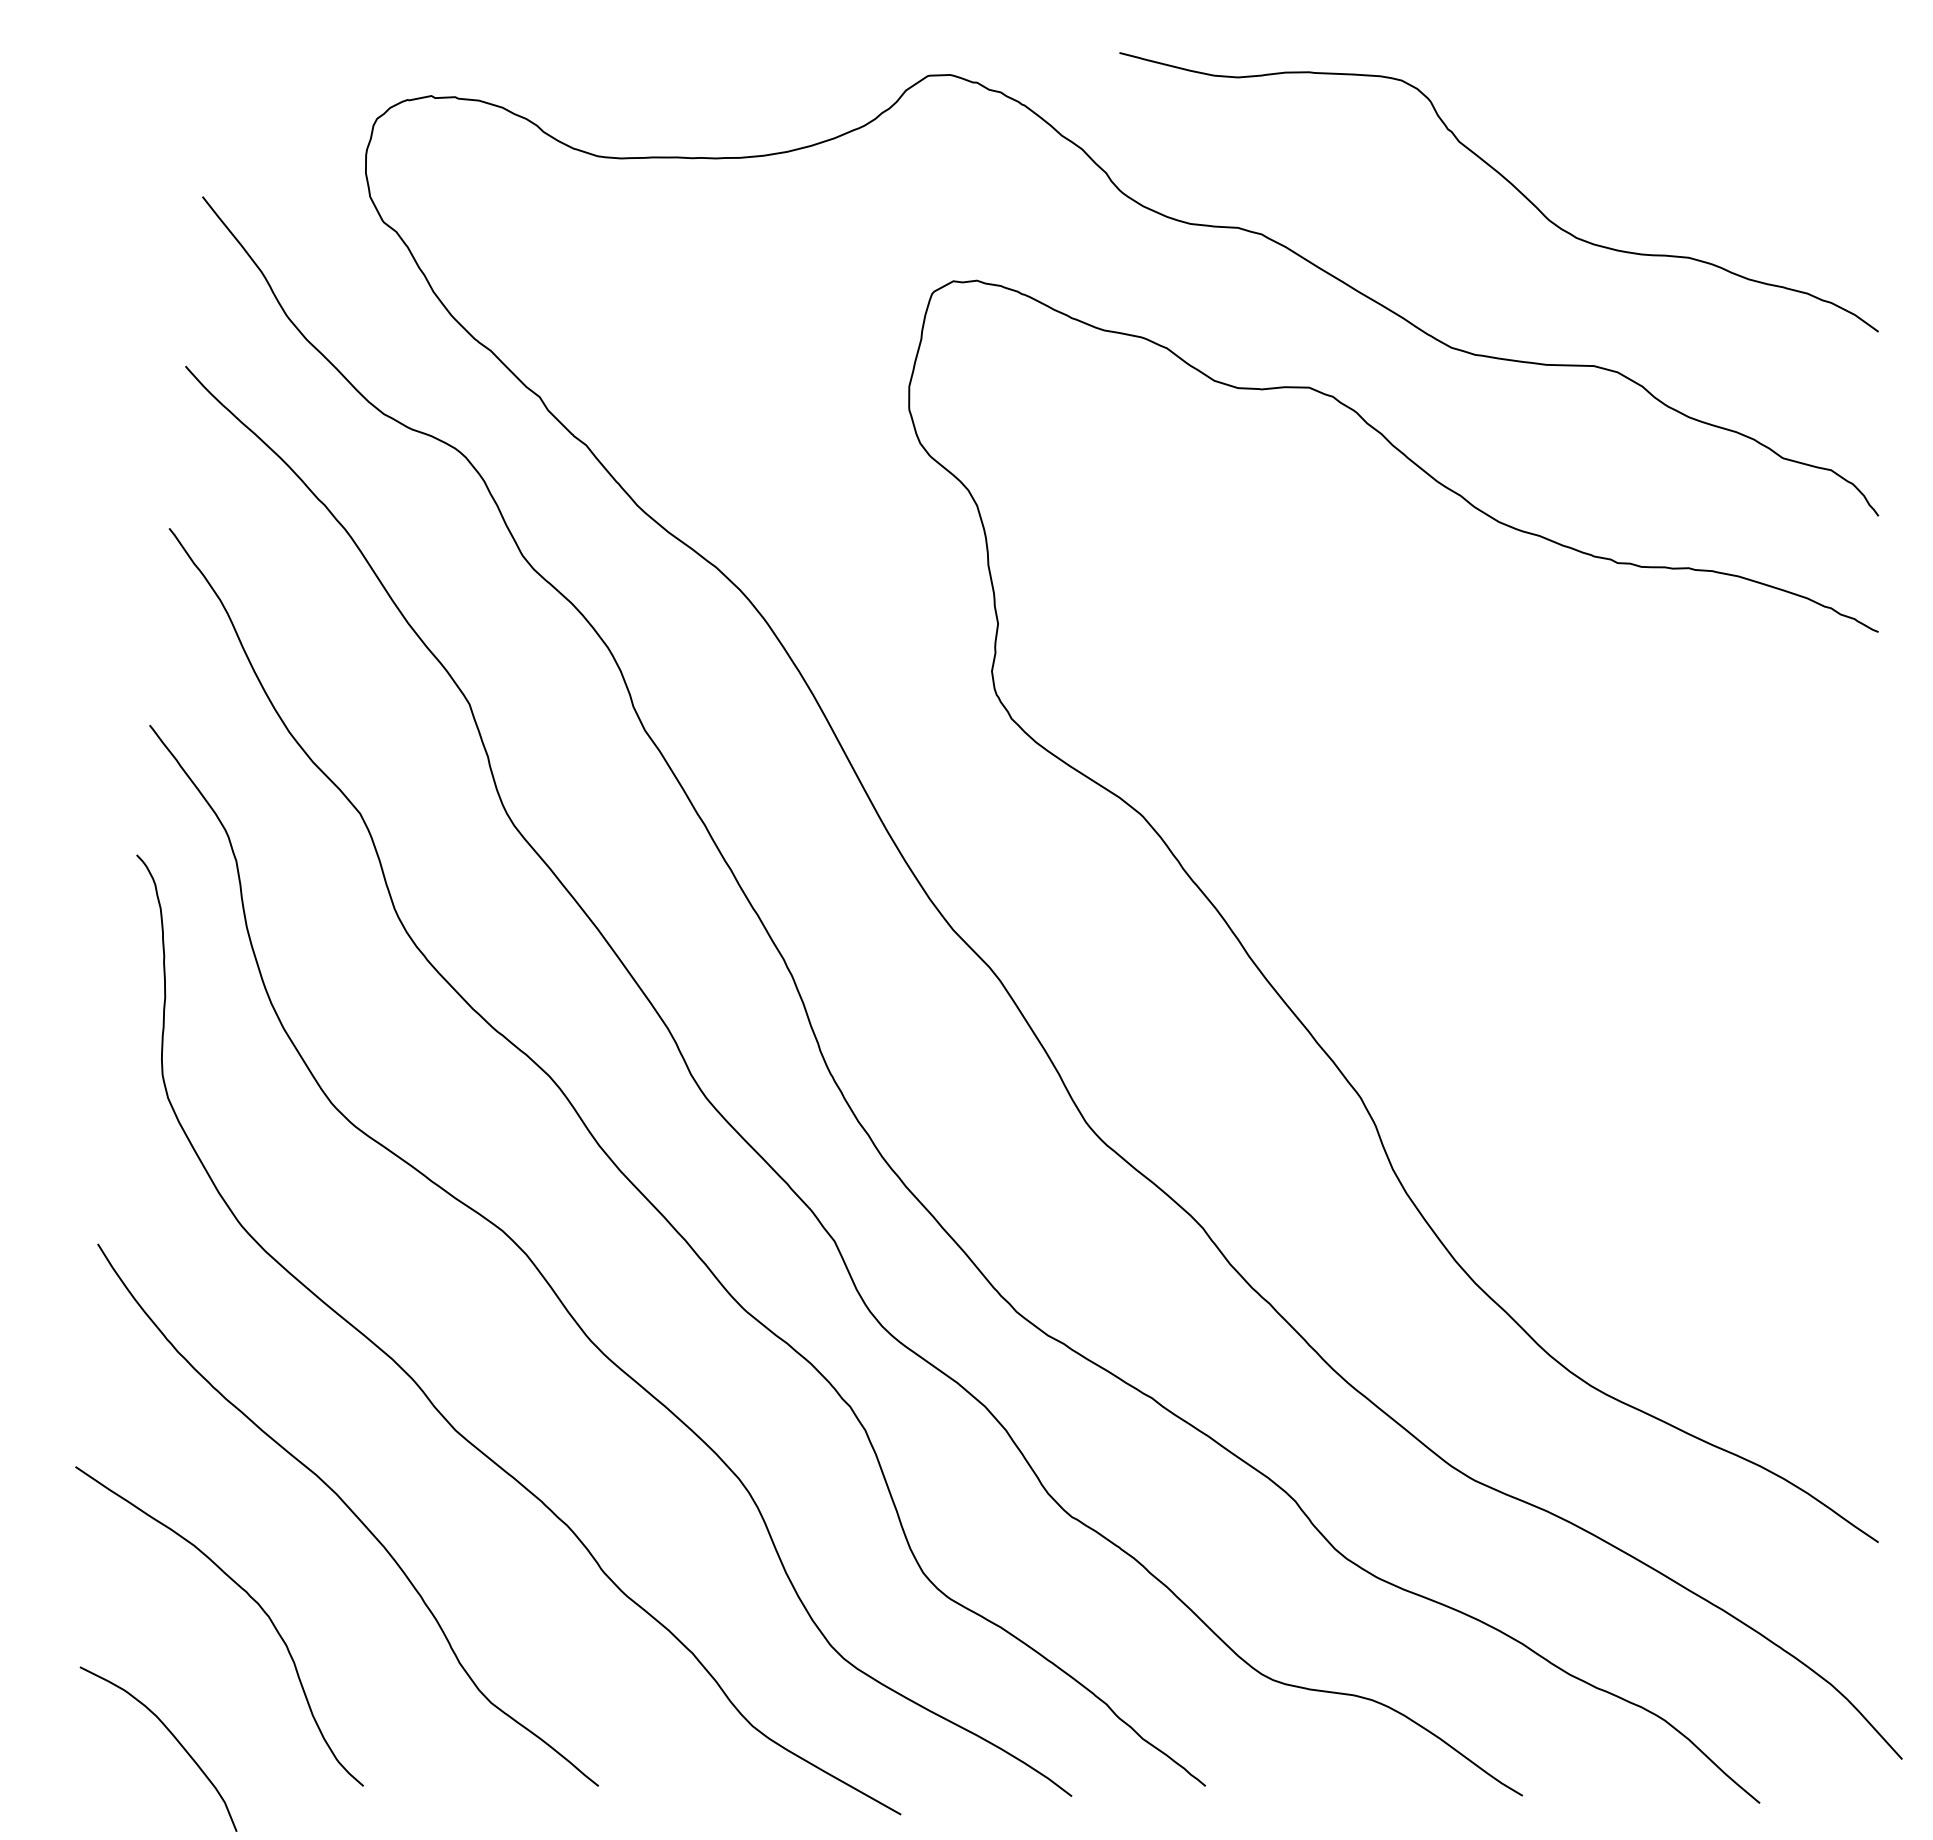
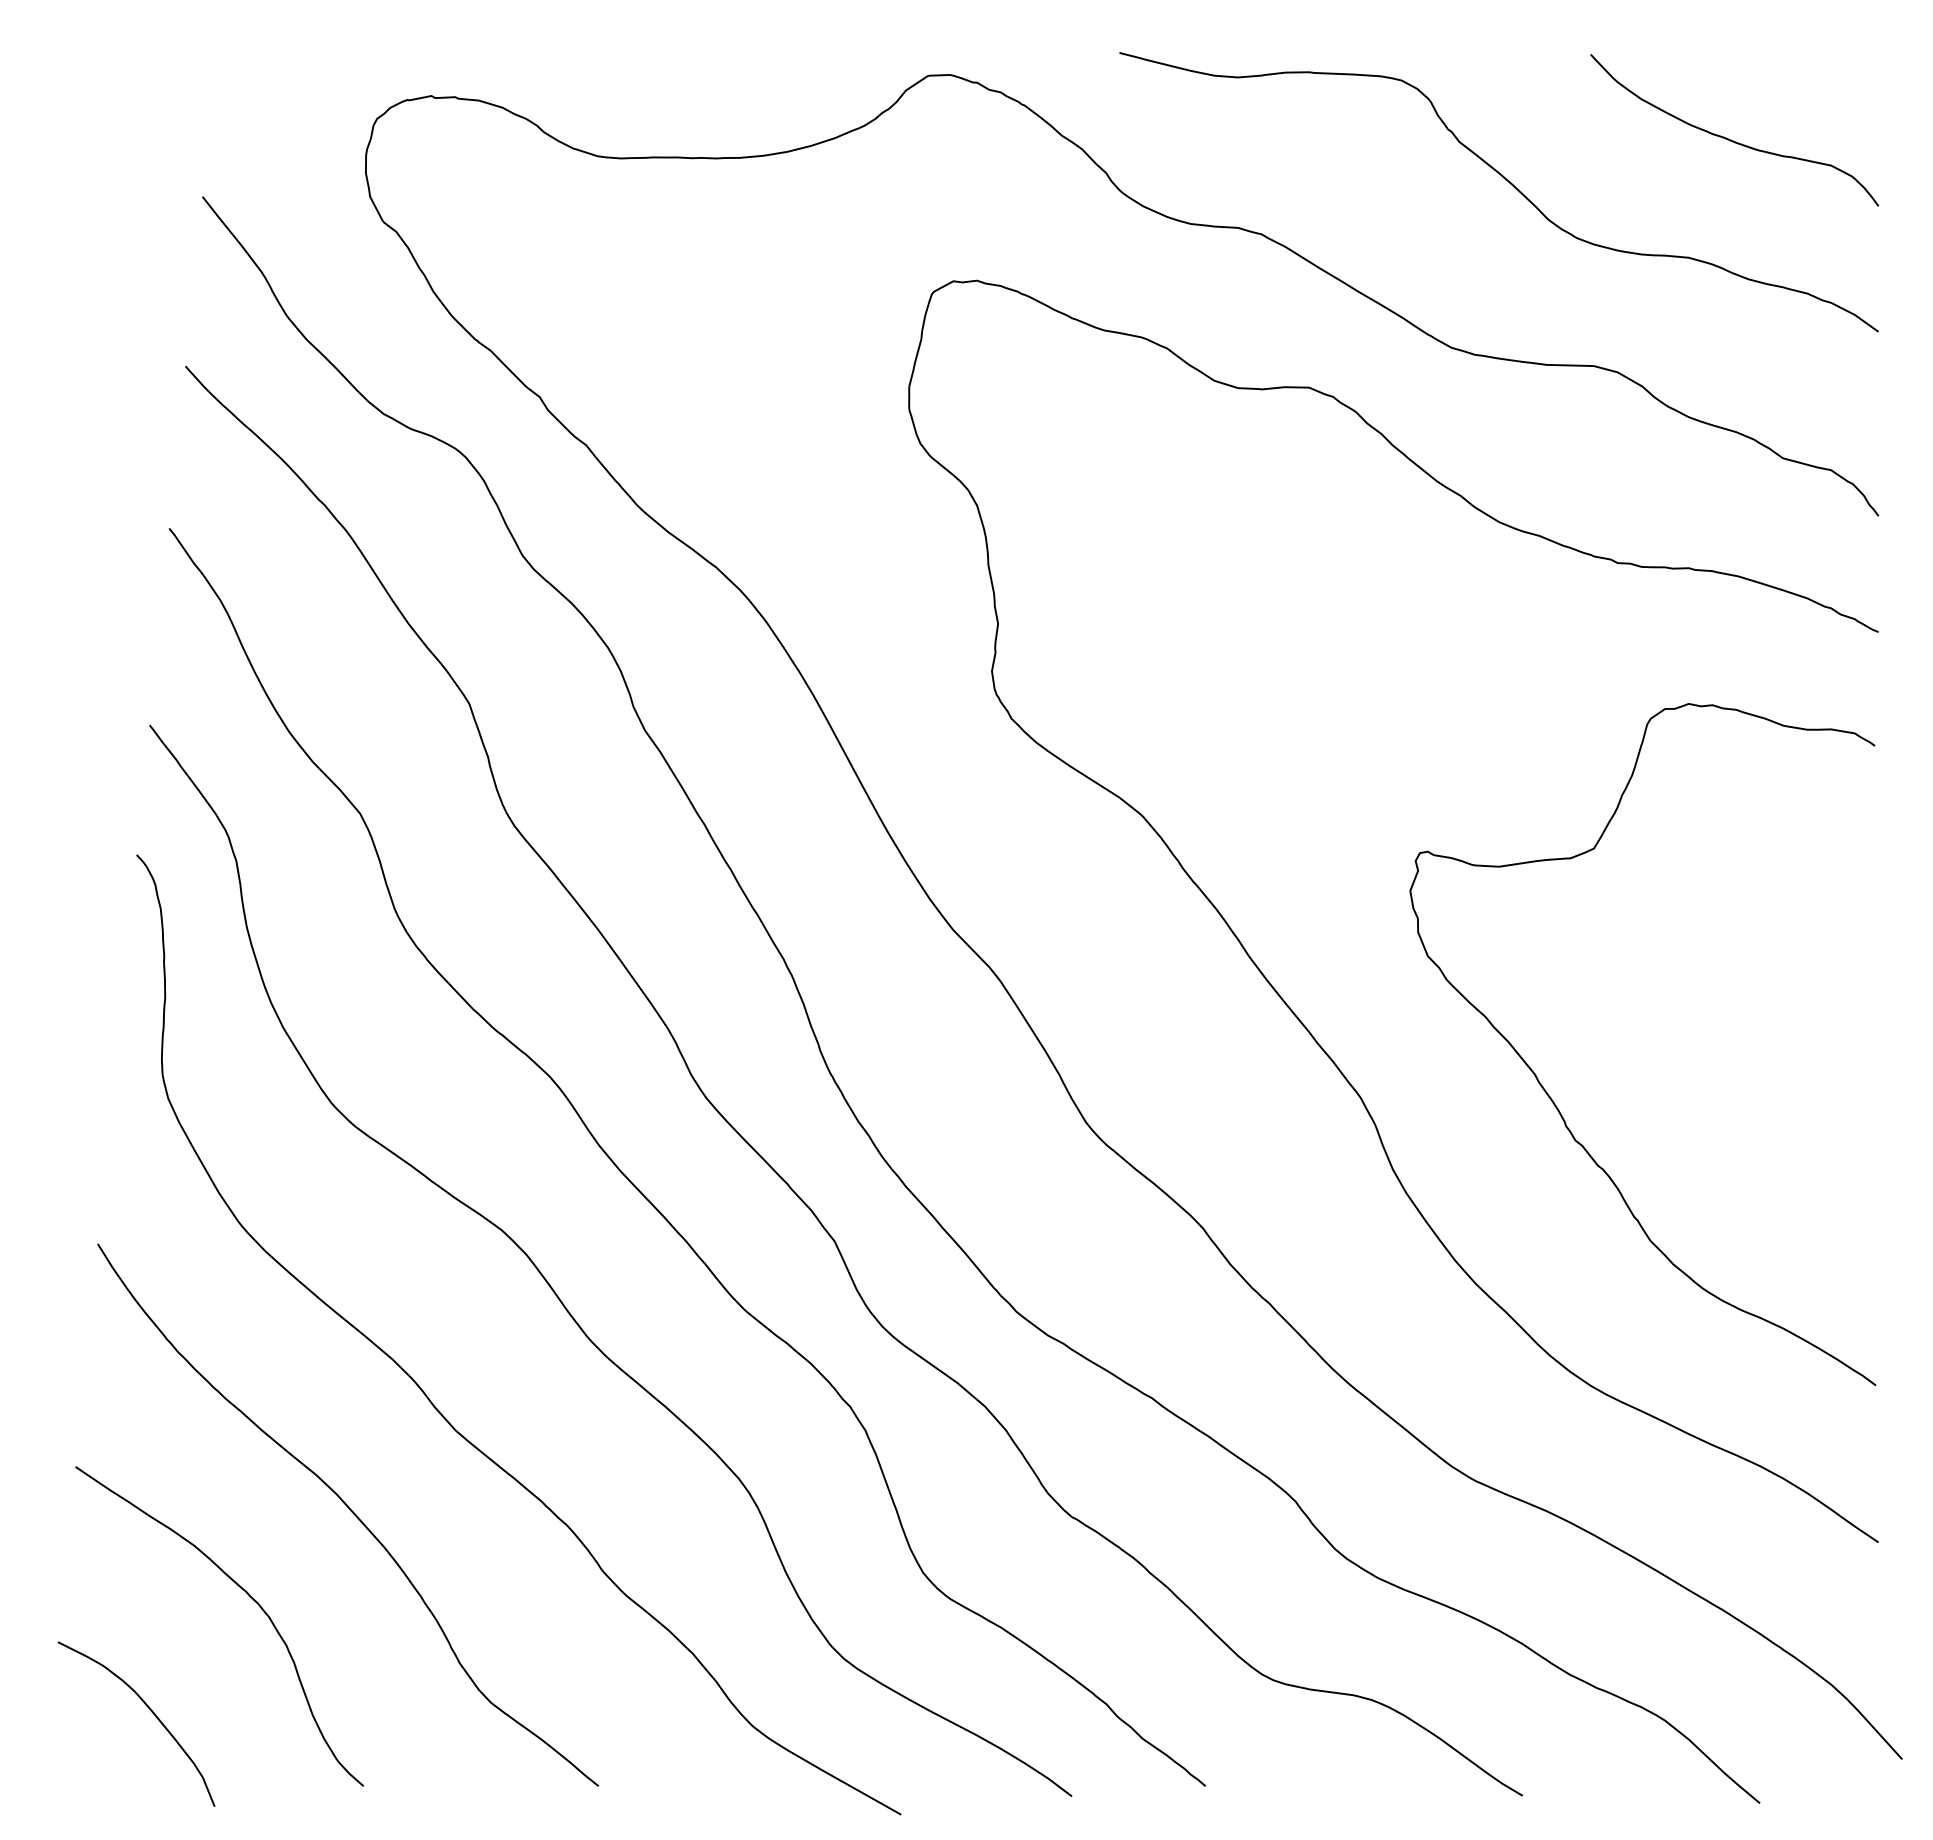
curve at (1731, 139): none -> present
curve at (1555, 1103): none -> present
curve at (173, 1737) position: (173, 1737) -> (151, 1712)
